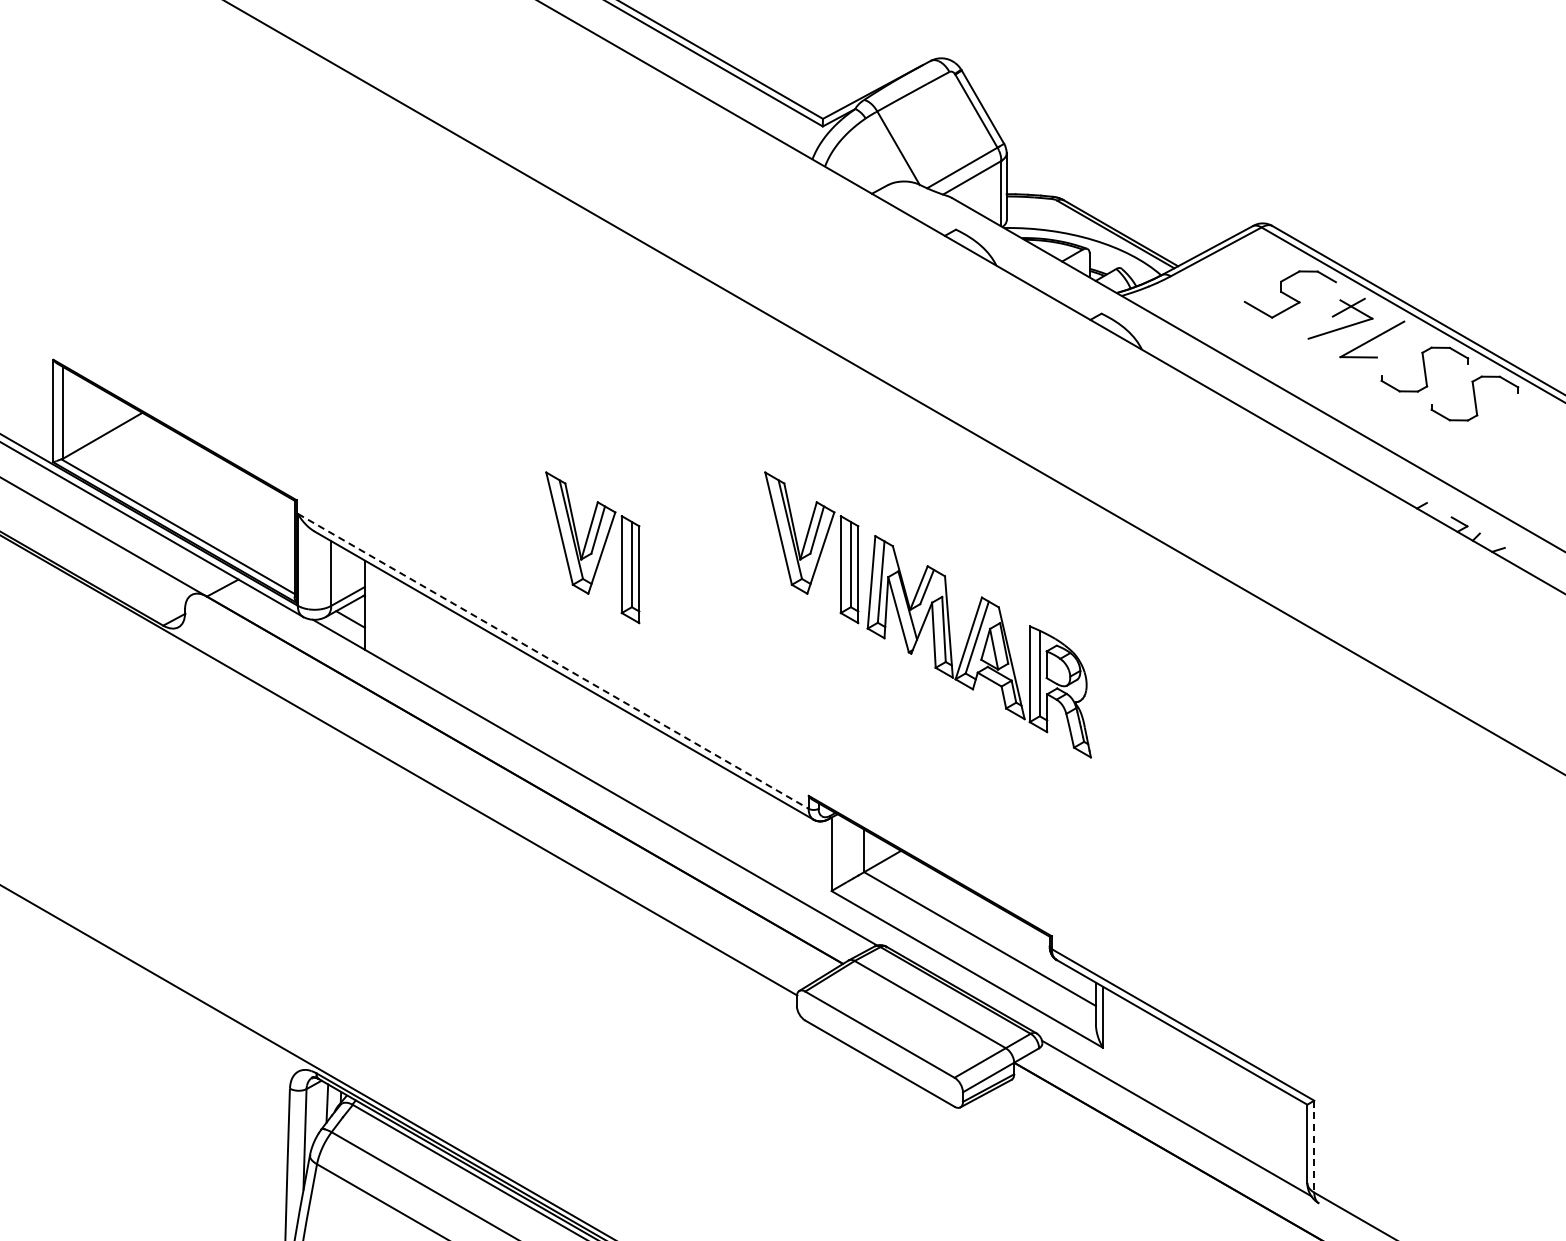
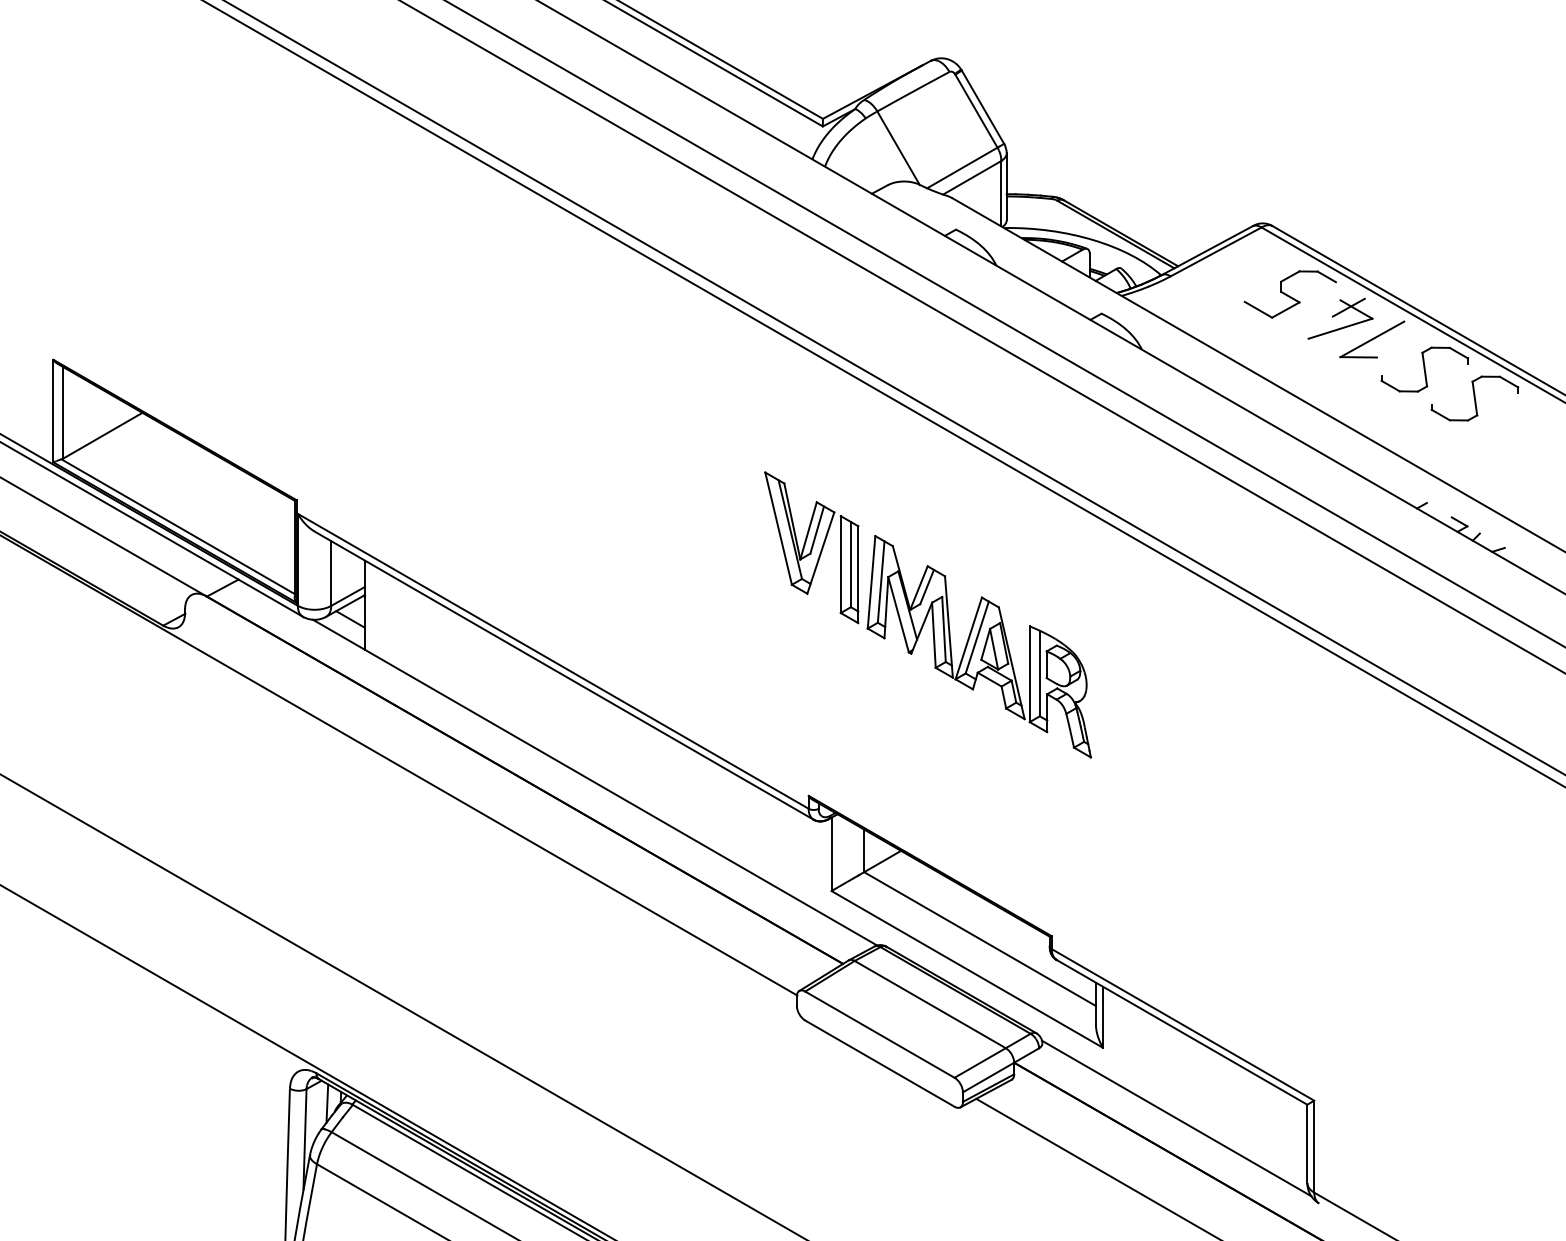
line at (1004, 323): none -> present
line at (982, 337): none -> present
line at (883, 393): none -> present
part at (592, 547): present -> none
line at (553, 661): dashed -> solid
line at (402, 1006): none -> present
line at (1314, 1146): dashed -> solid
line at (1096, 1167): none -> present
